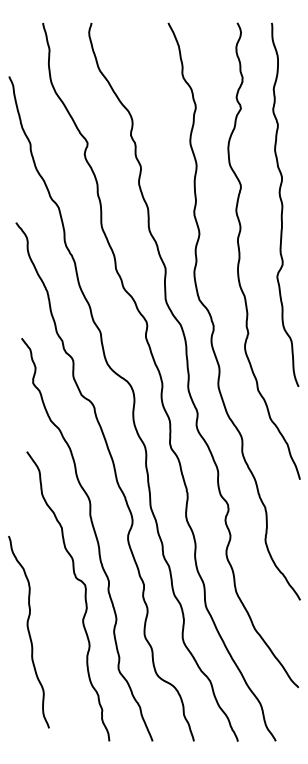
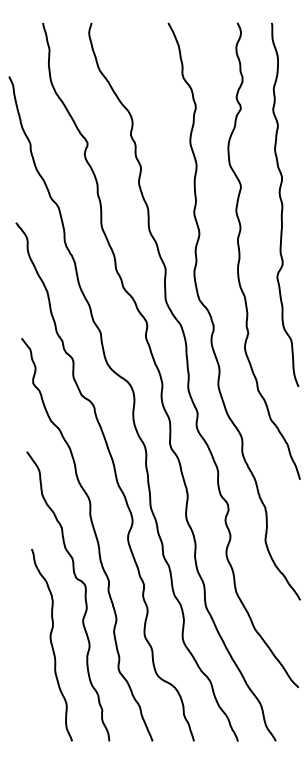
curve at (28, 631) position: (28, 631) -> (51, 644)
